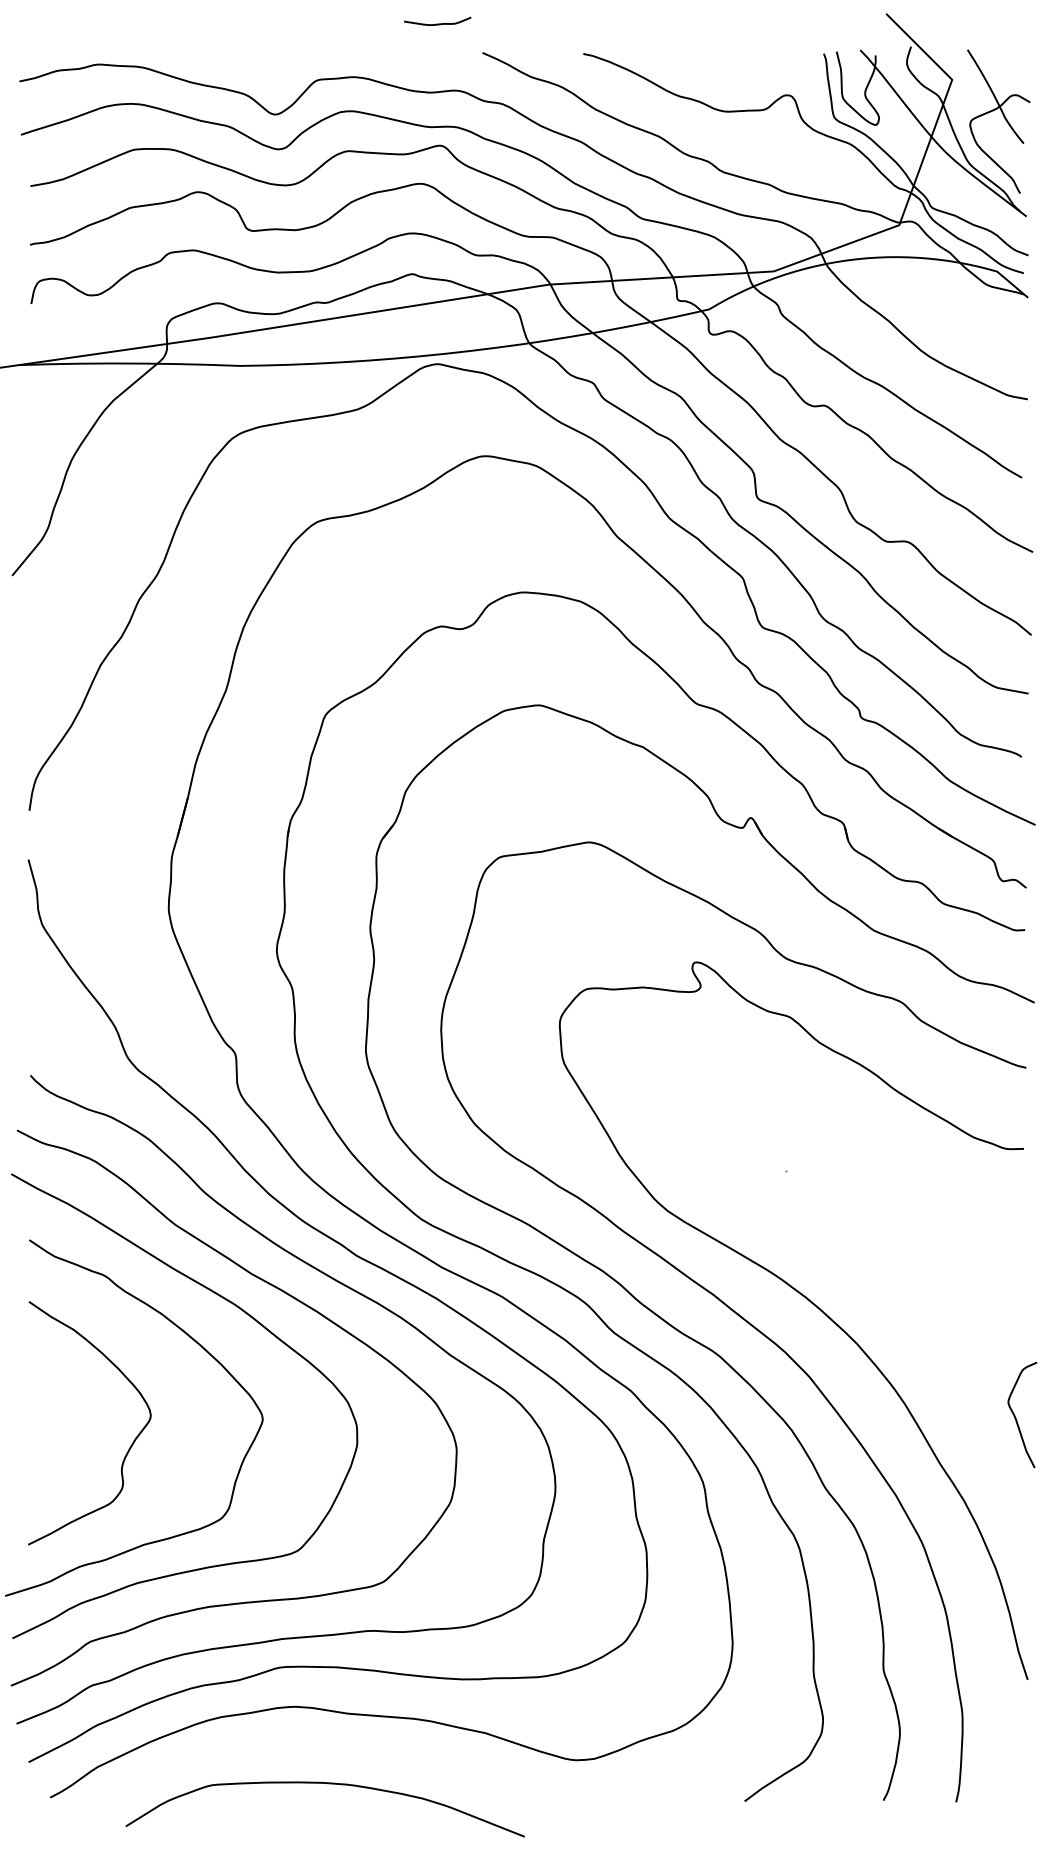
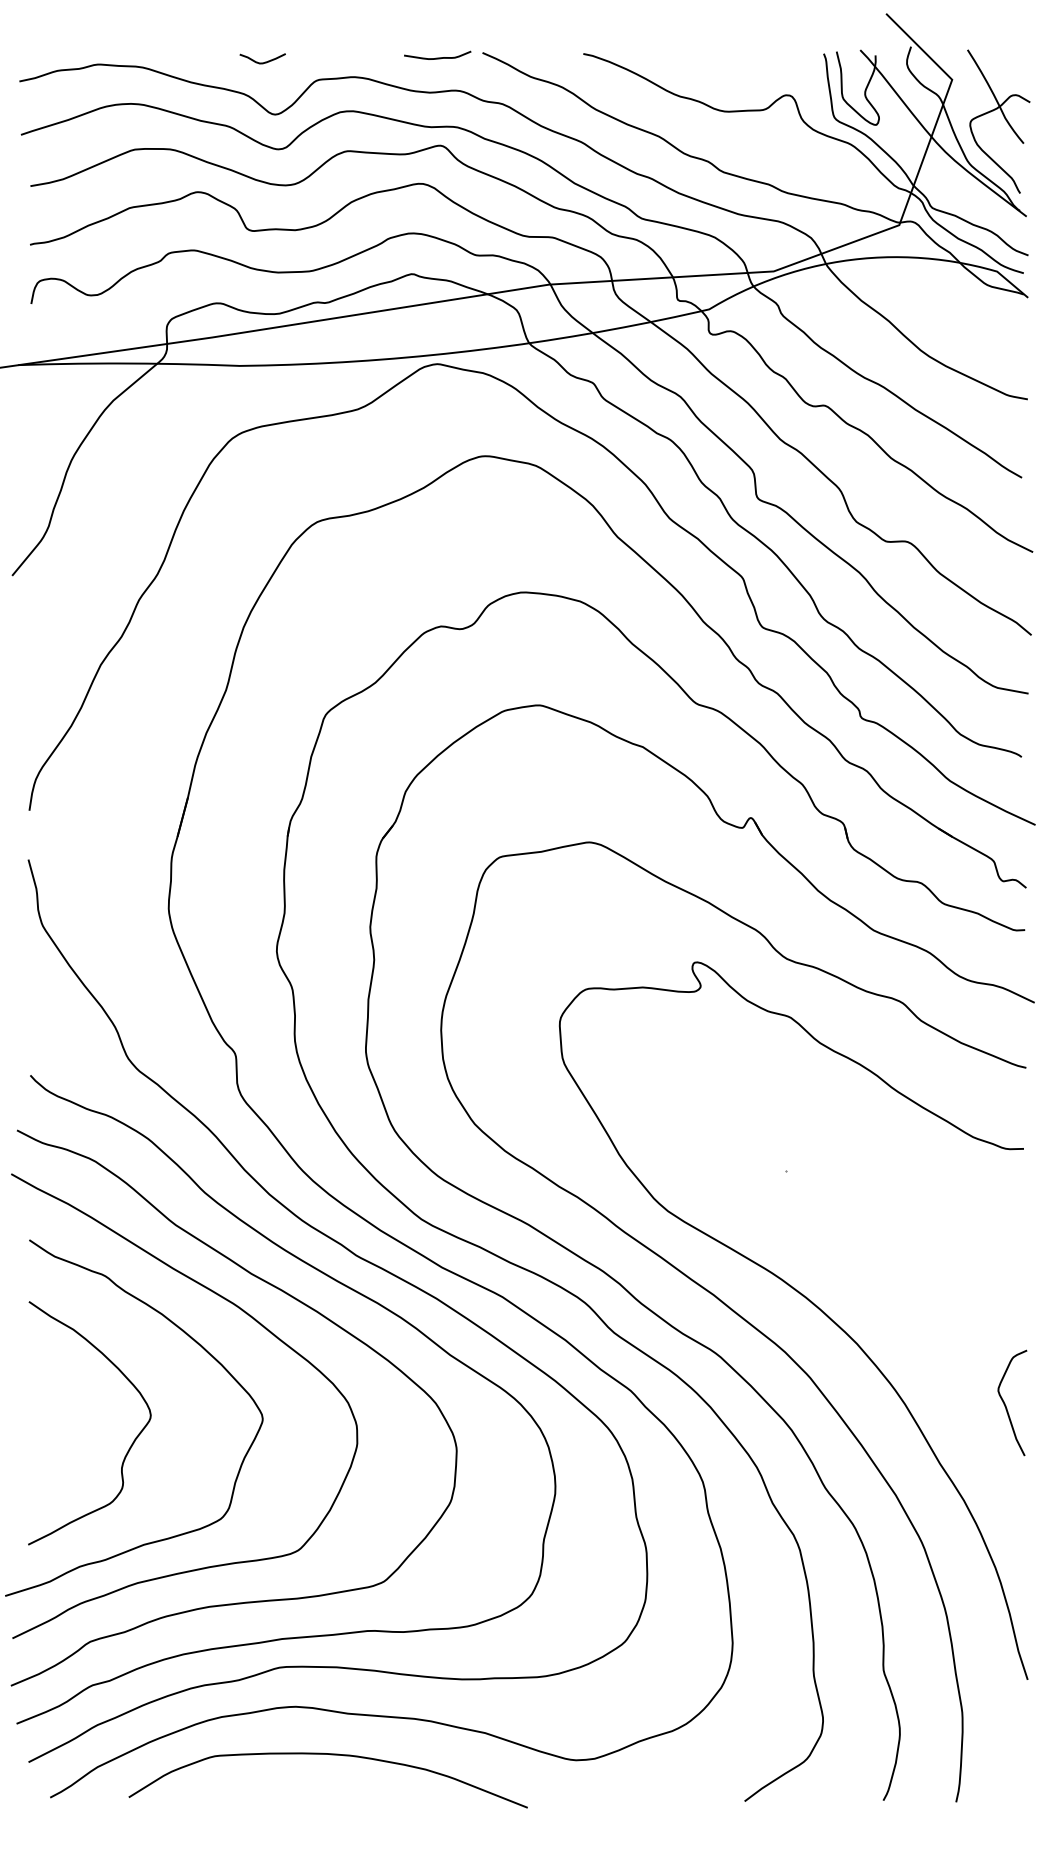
curve at (437, 23) position: (437, 23) -> (437, 57)
curve at (262, 62): none -> present
curve at (1016, 1417) position: (1016, 1417) -> (1006, 1405)
curve at (327, 1784) position: (327, 1784) -> (330, 1755)
